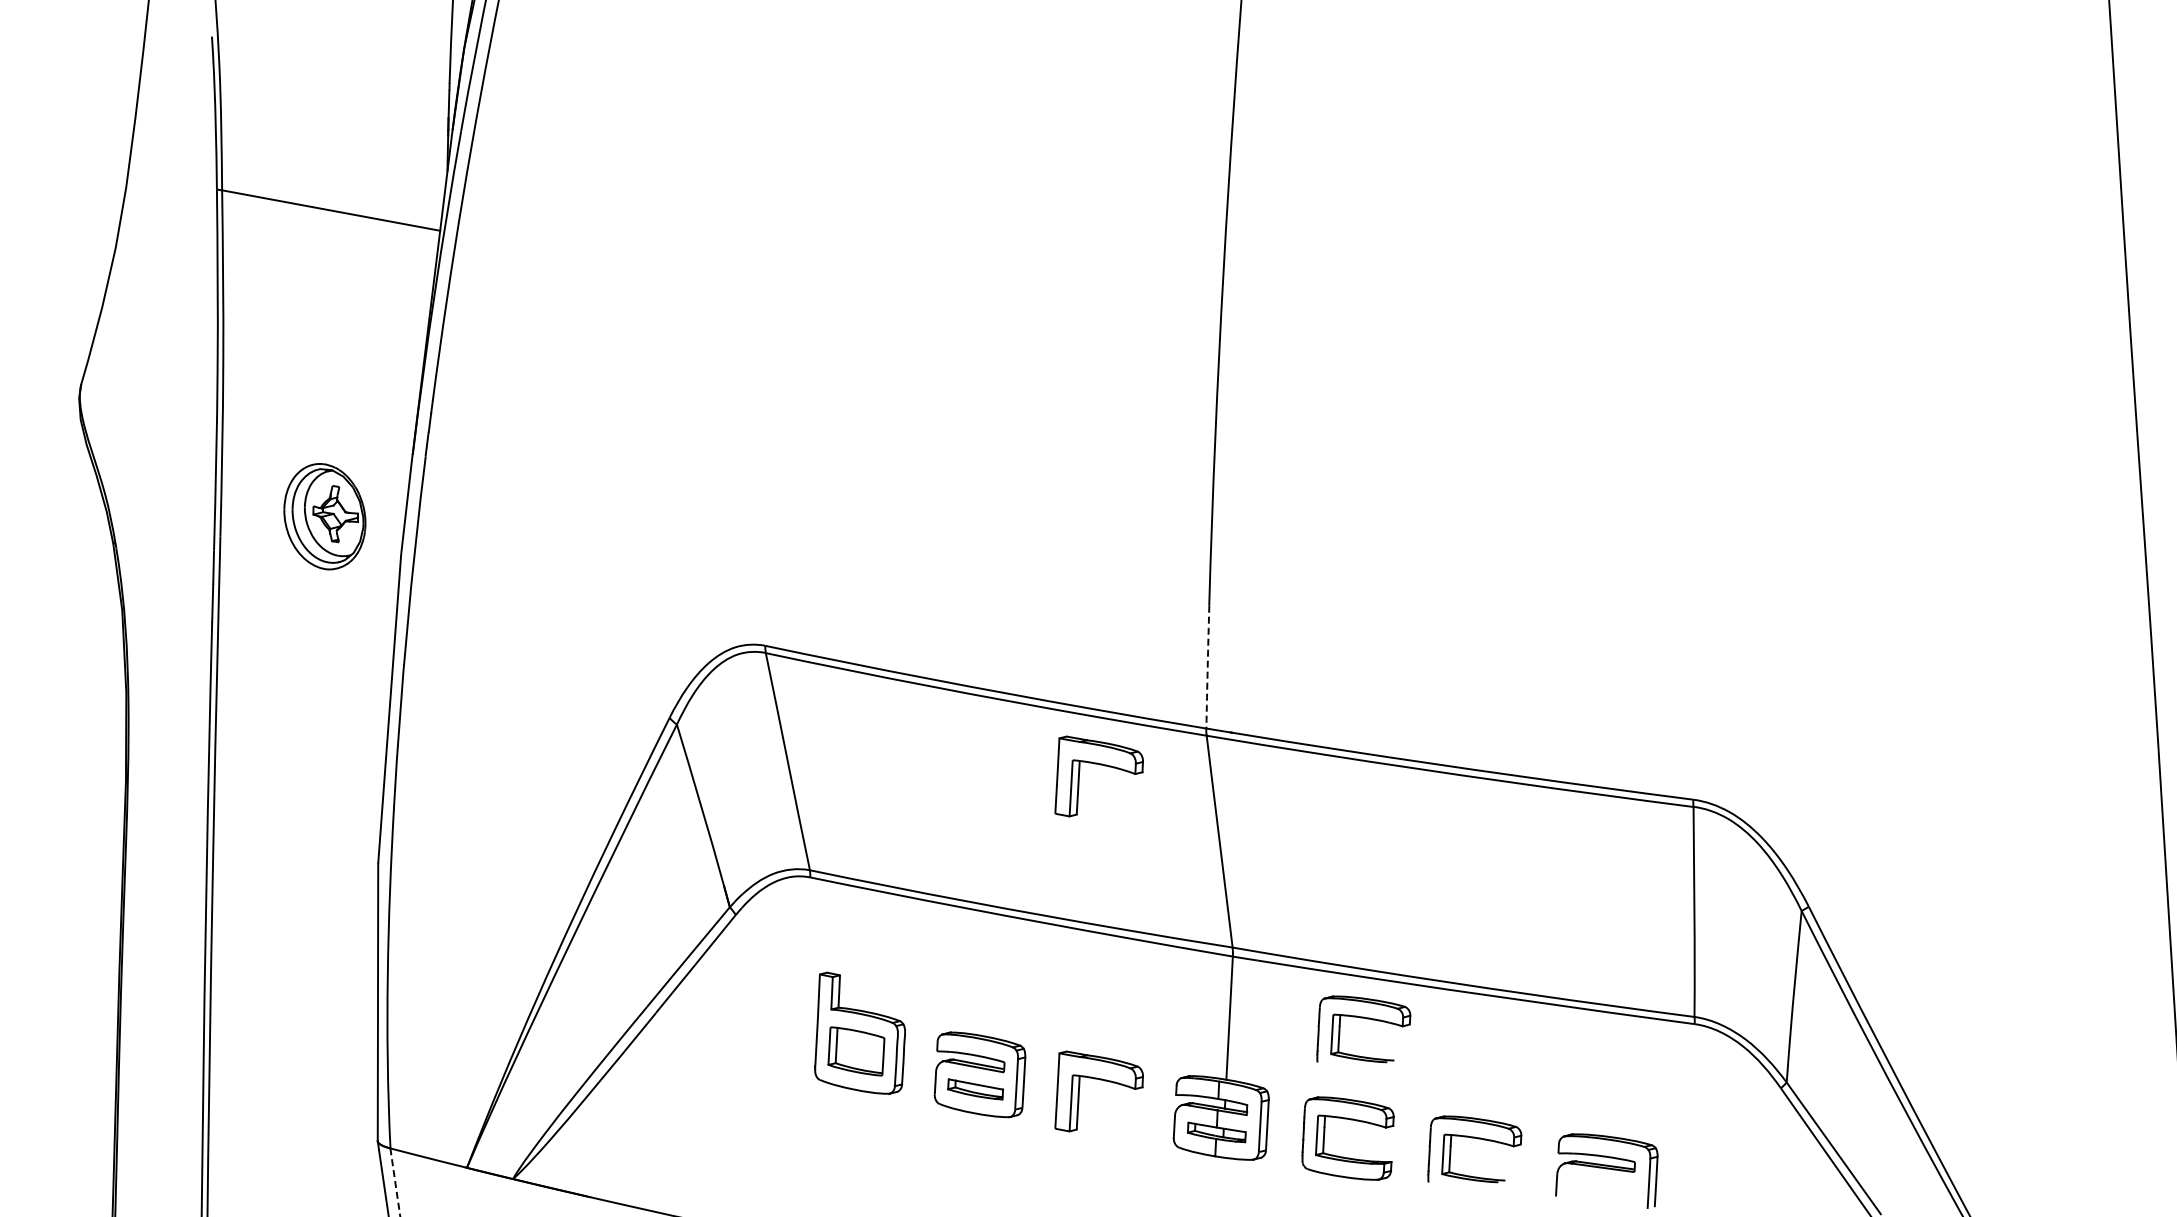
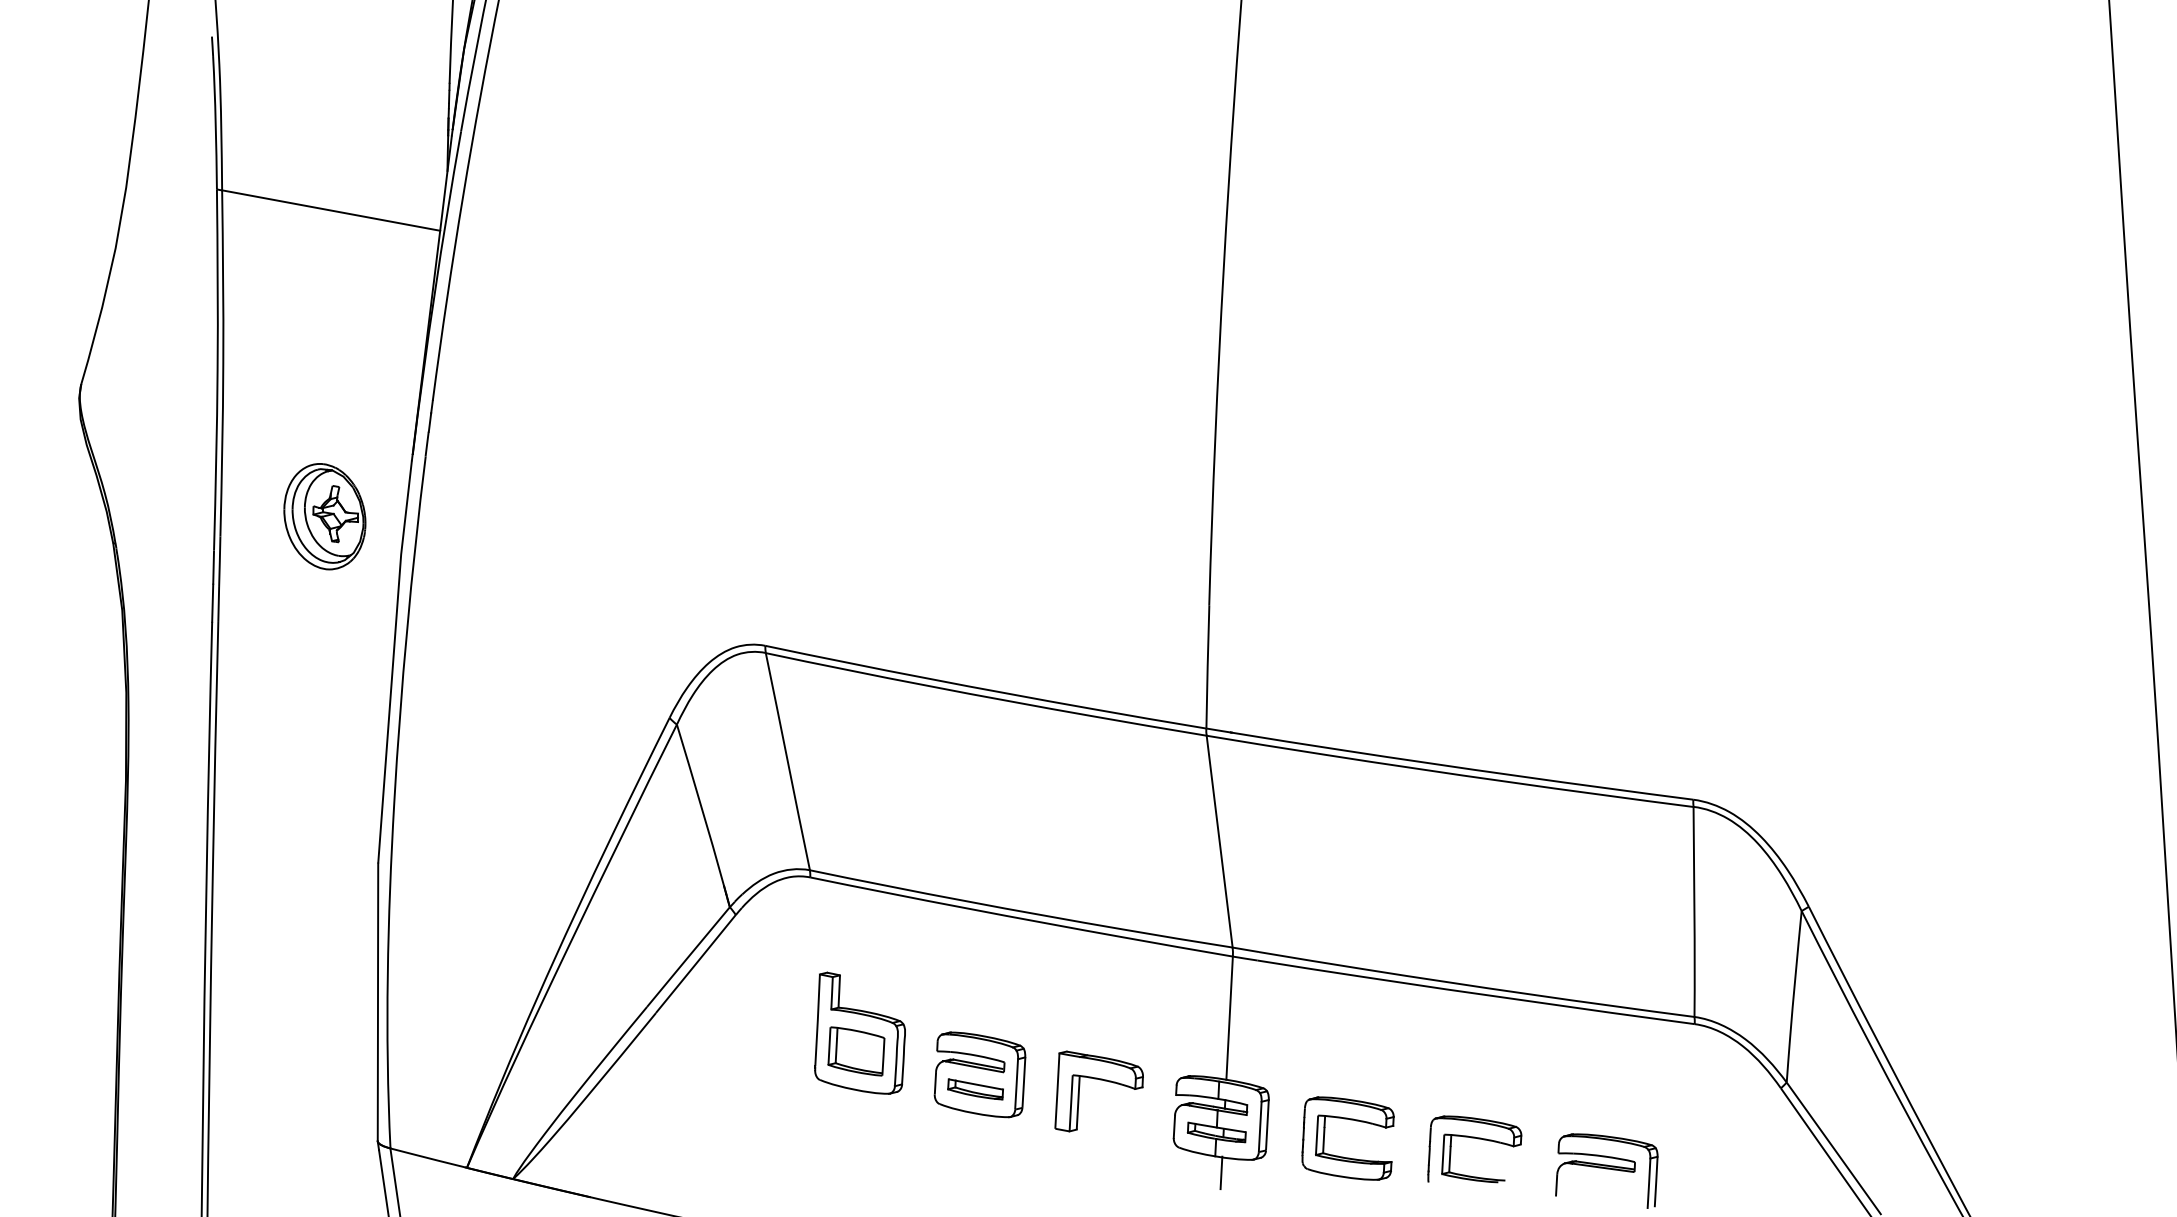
arc at (1207, 667): dashed -> solid
part at (1100, 765): present -> none
part at (1367, 1019): present -> none
line at (1221, 1172): none -> present
line at (395, 1182): dashed -> solid
